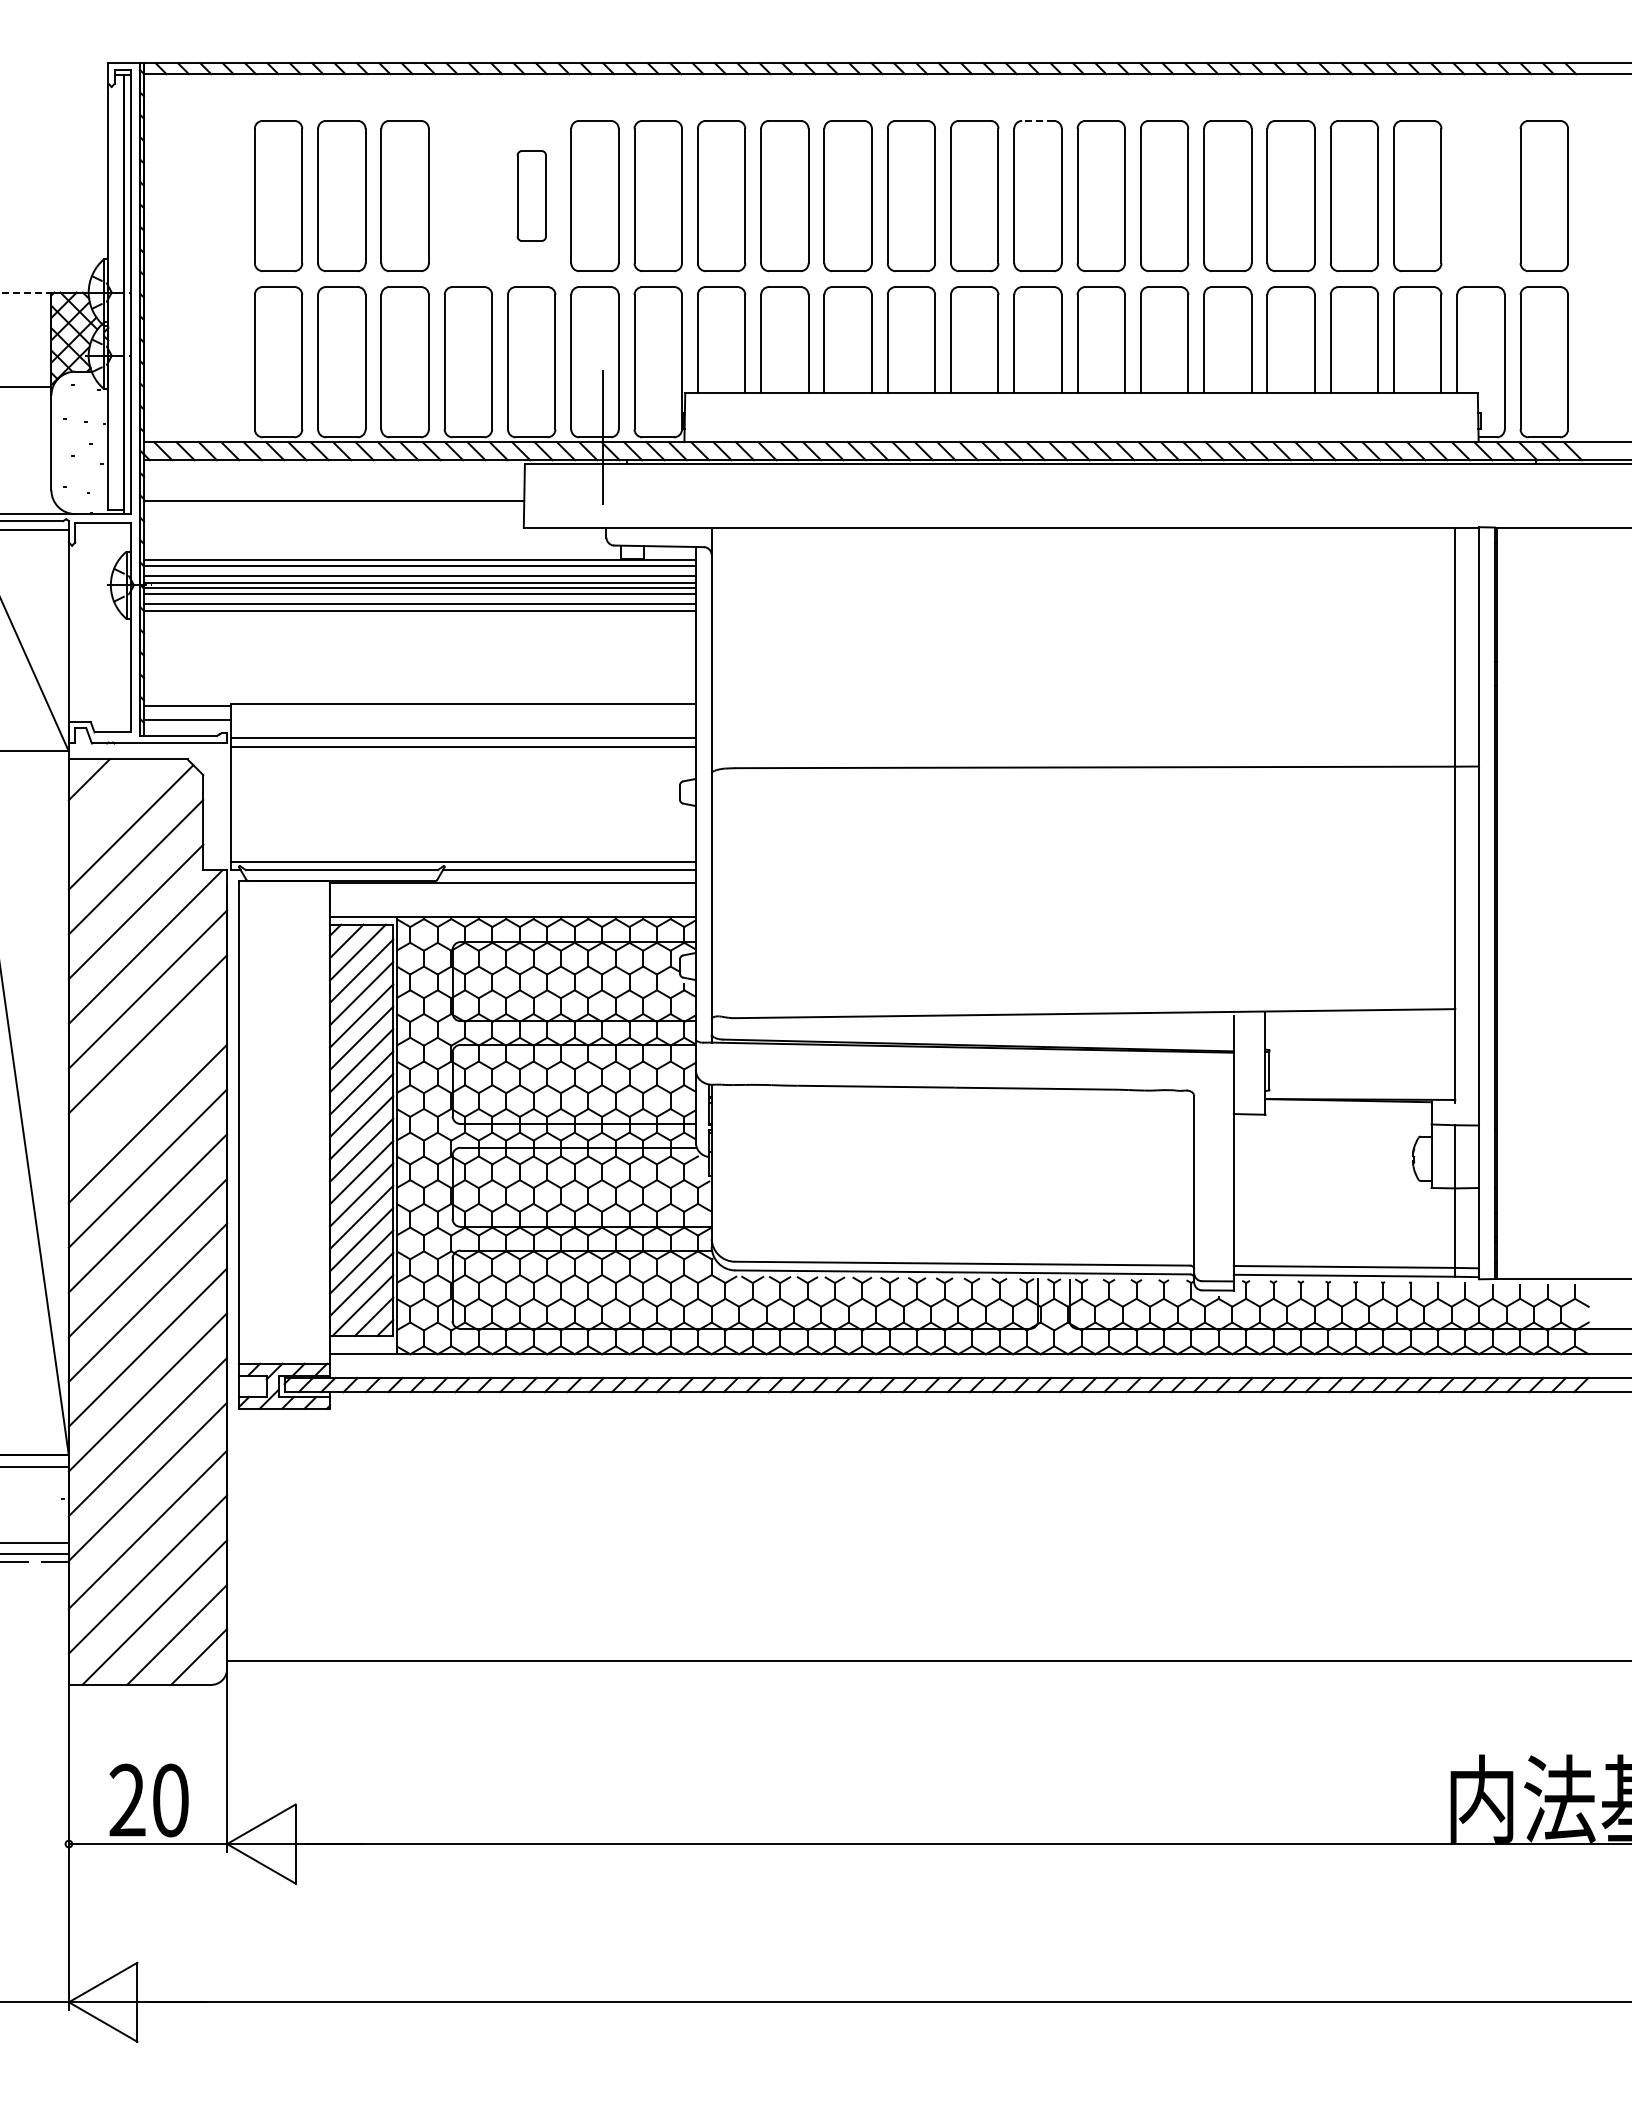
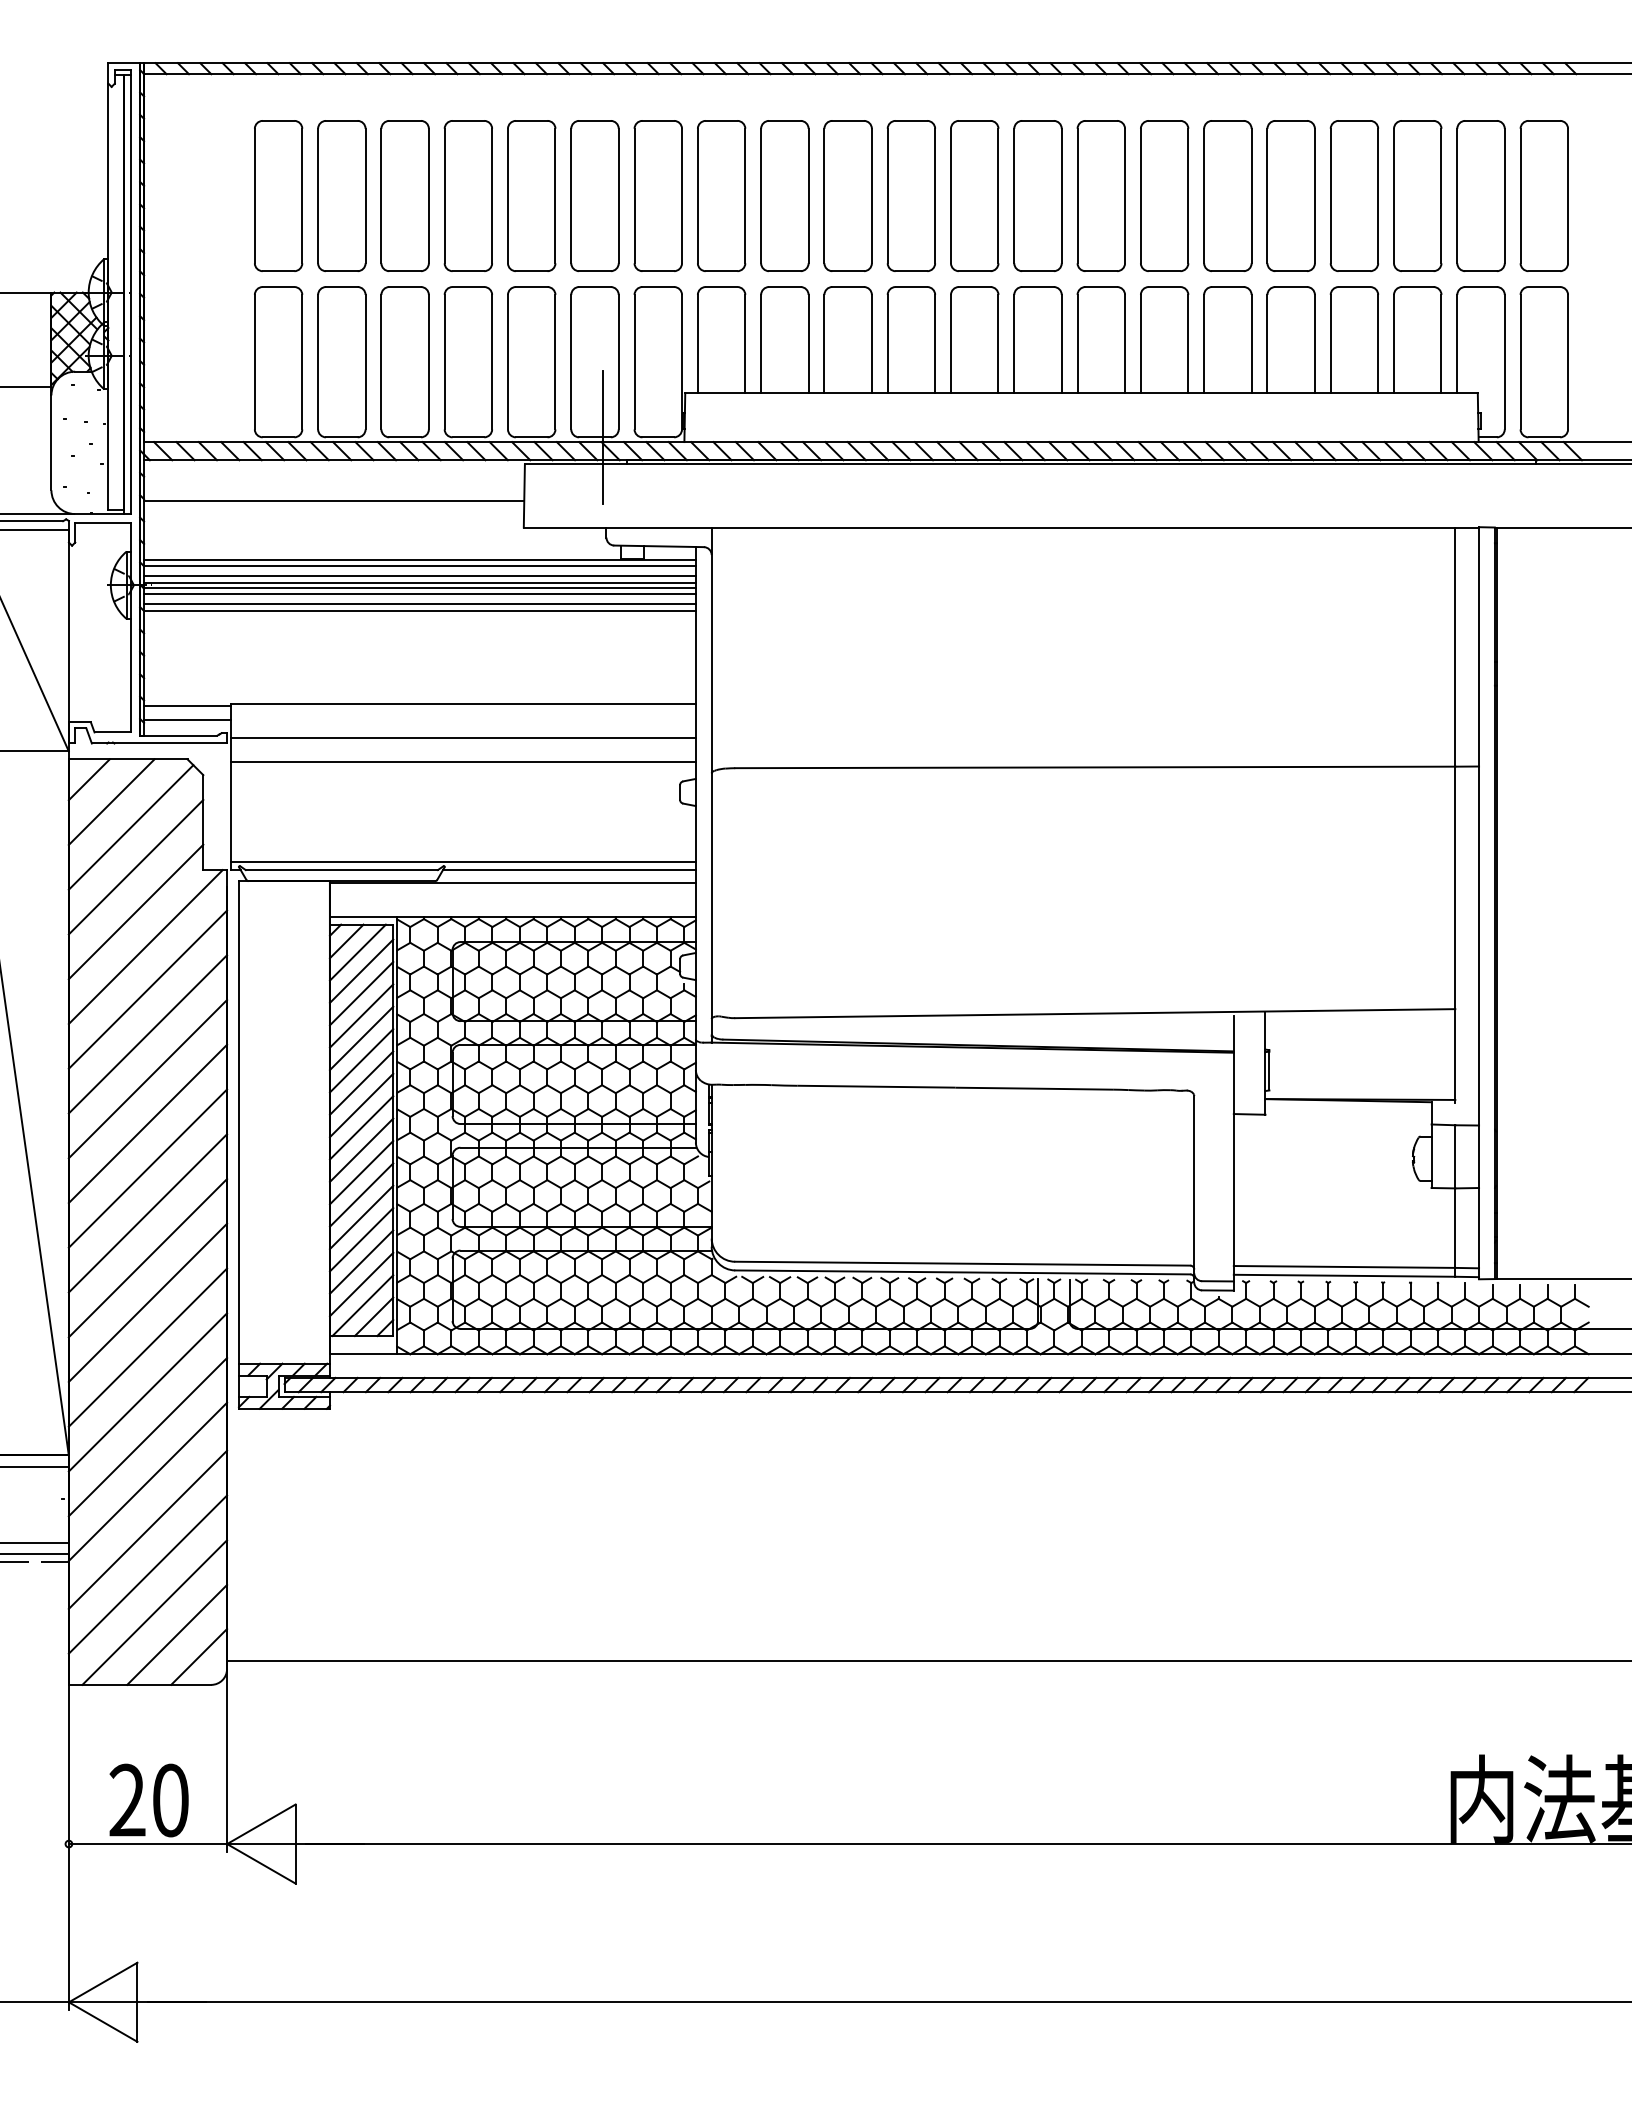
line at (1038, 120): dashed -> solid
part at (467, 195): none -> present
part at (531, 195) size: 31x92 px -> 50x152 px
part at (1480, 195): none -> present
line at (26, 292): dashed -> solid
line at (463, 746) position: (463, 746) -> (463, 761)
line at (111, 801): none -> present
line at (147, 1079): none -> present
